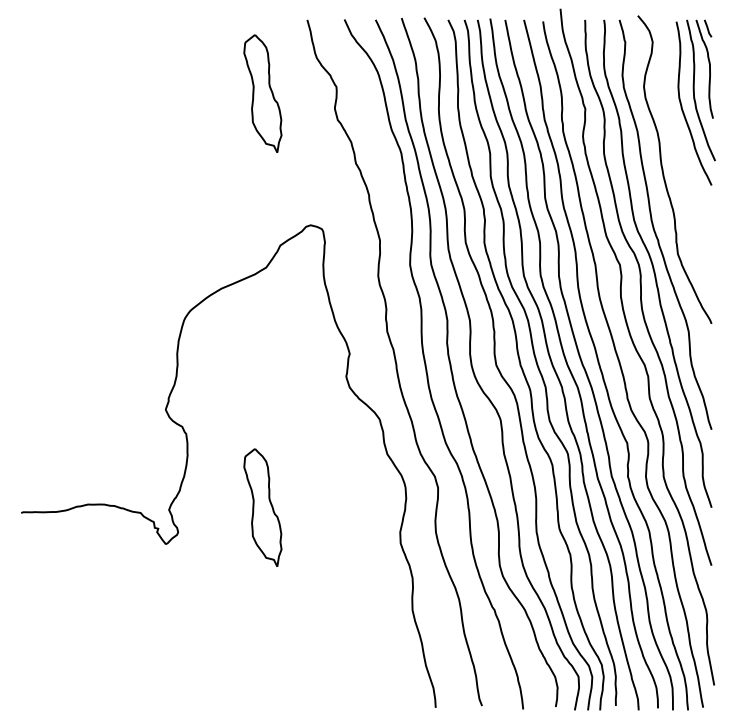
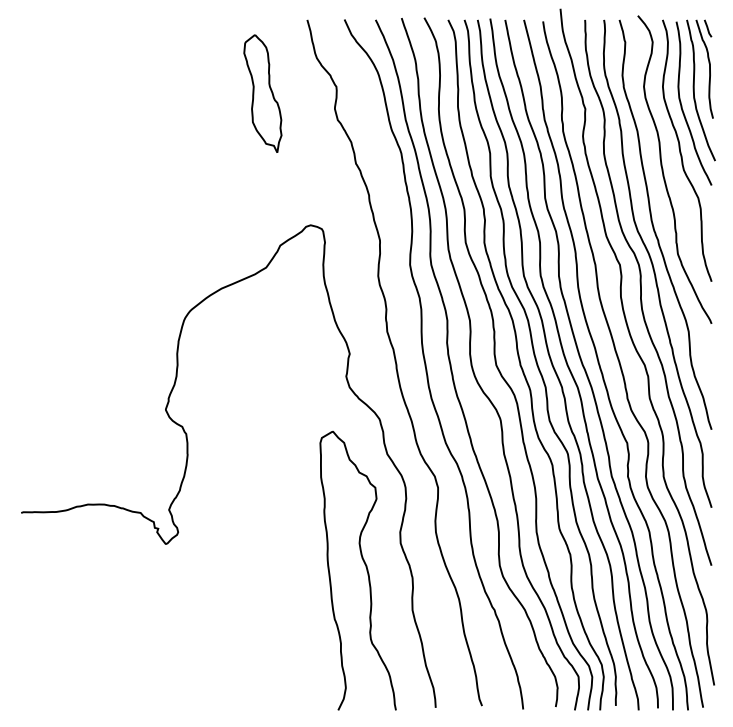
curve at (681, 151): none -> present
part at (262, 507): present -> none
curve at (365, 567): none -> present
